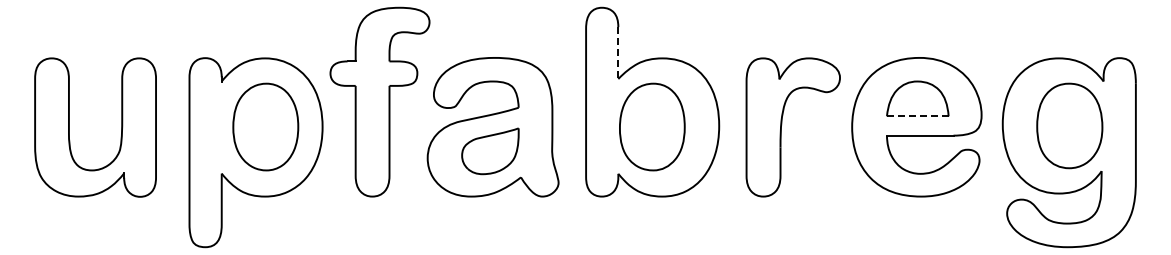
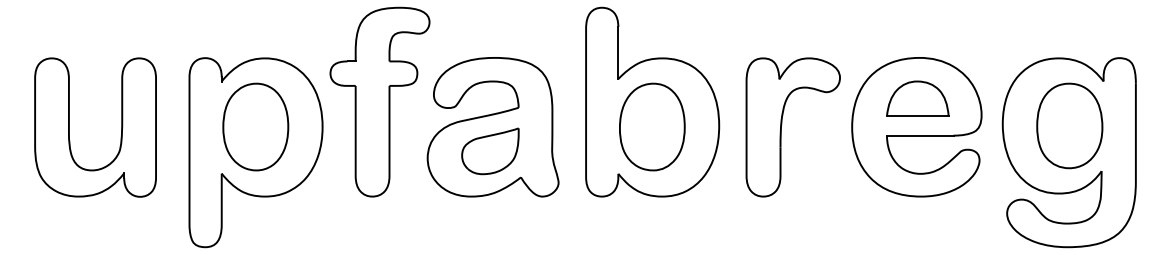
line at (618, 53): dashed -> solid
line at (917, 116): dashed -> solid
part at (265, 126) position: (265, 126) -> (255, 126)
